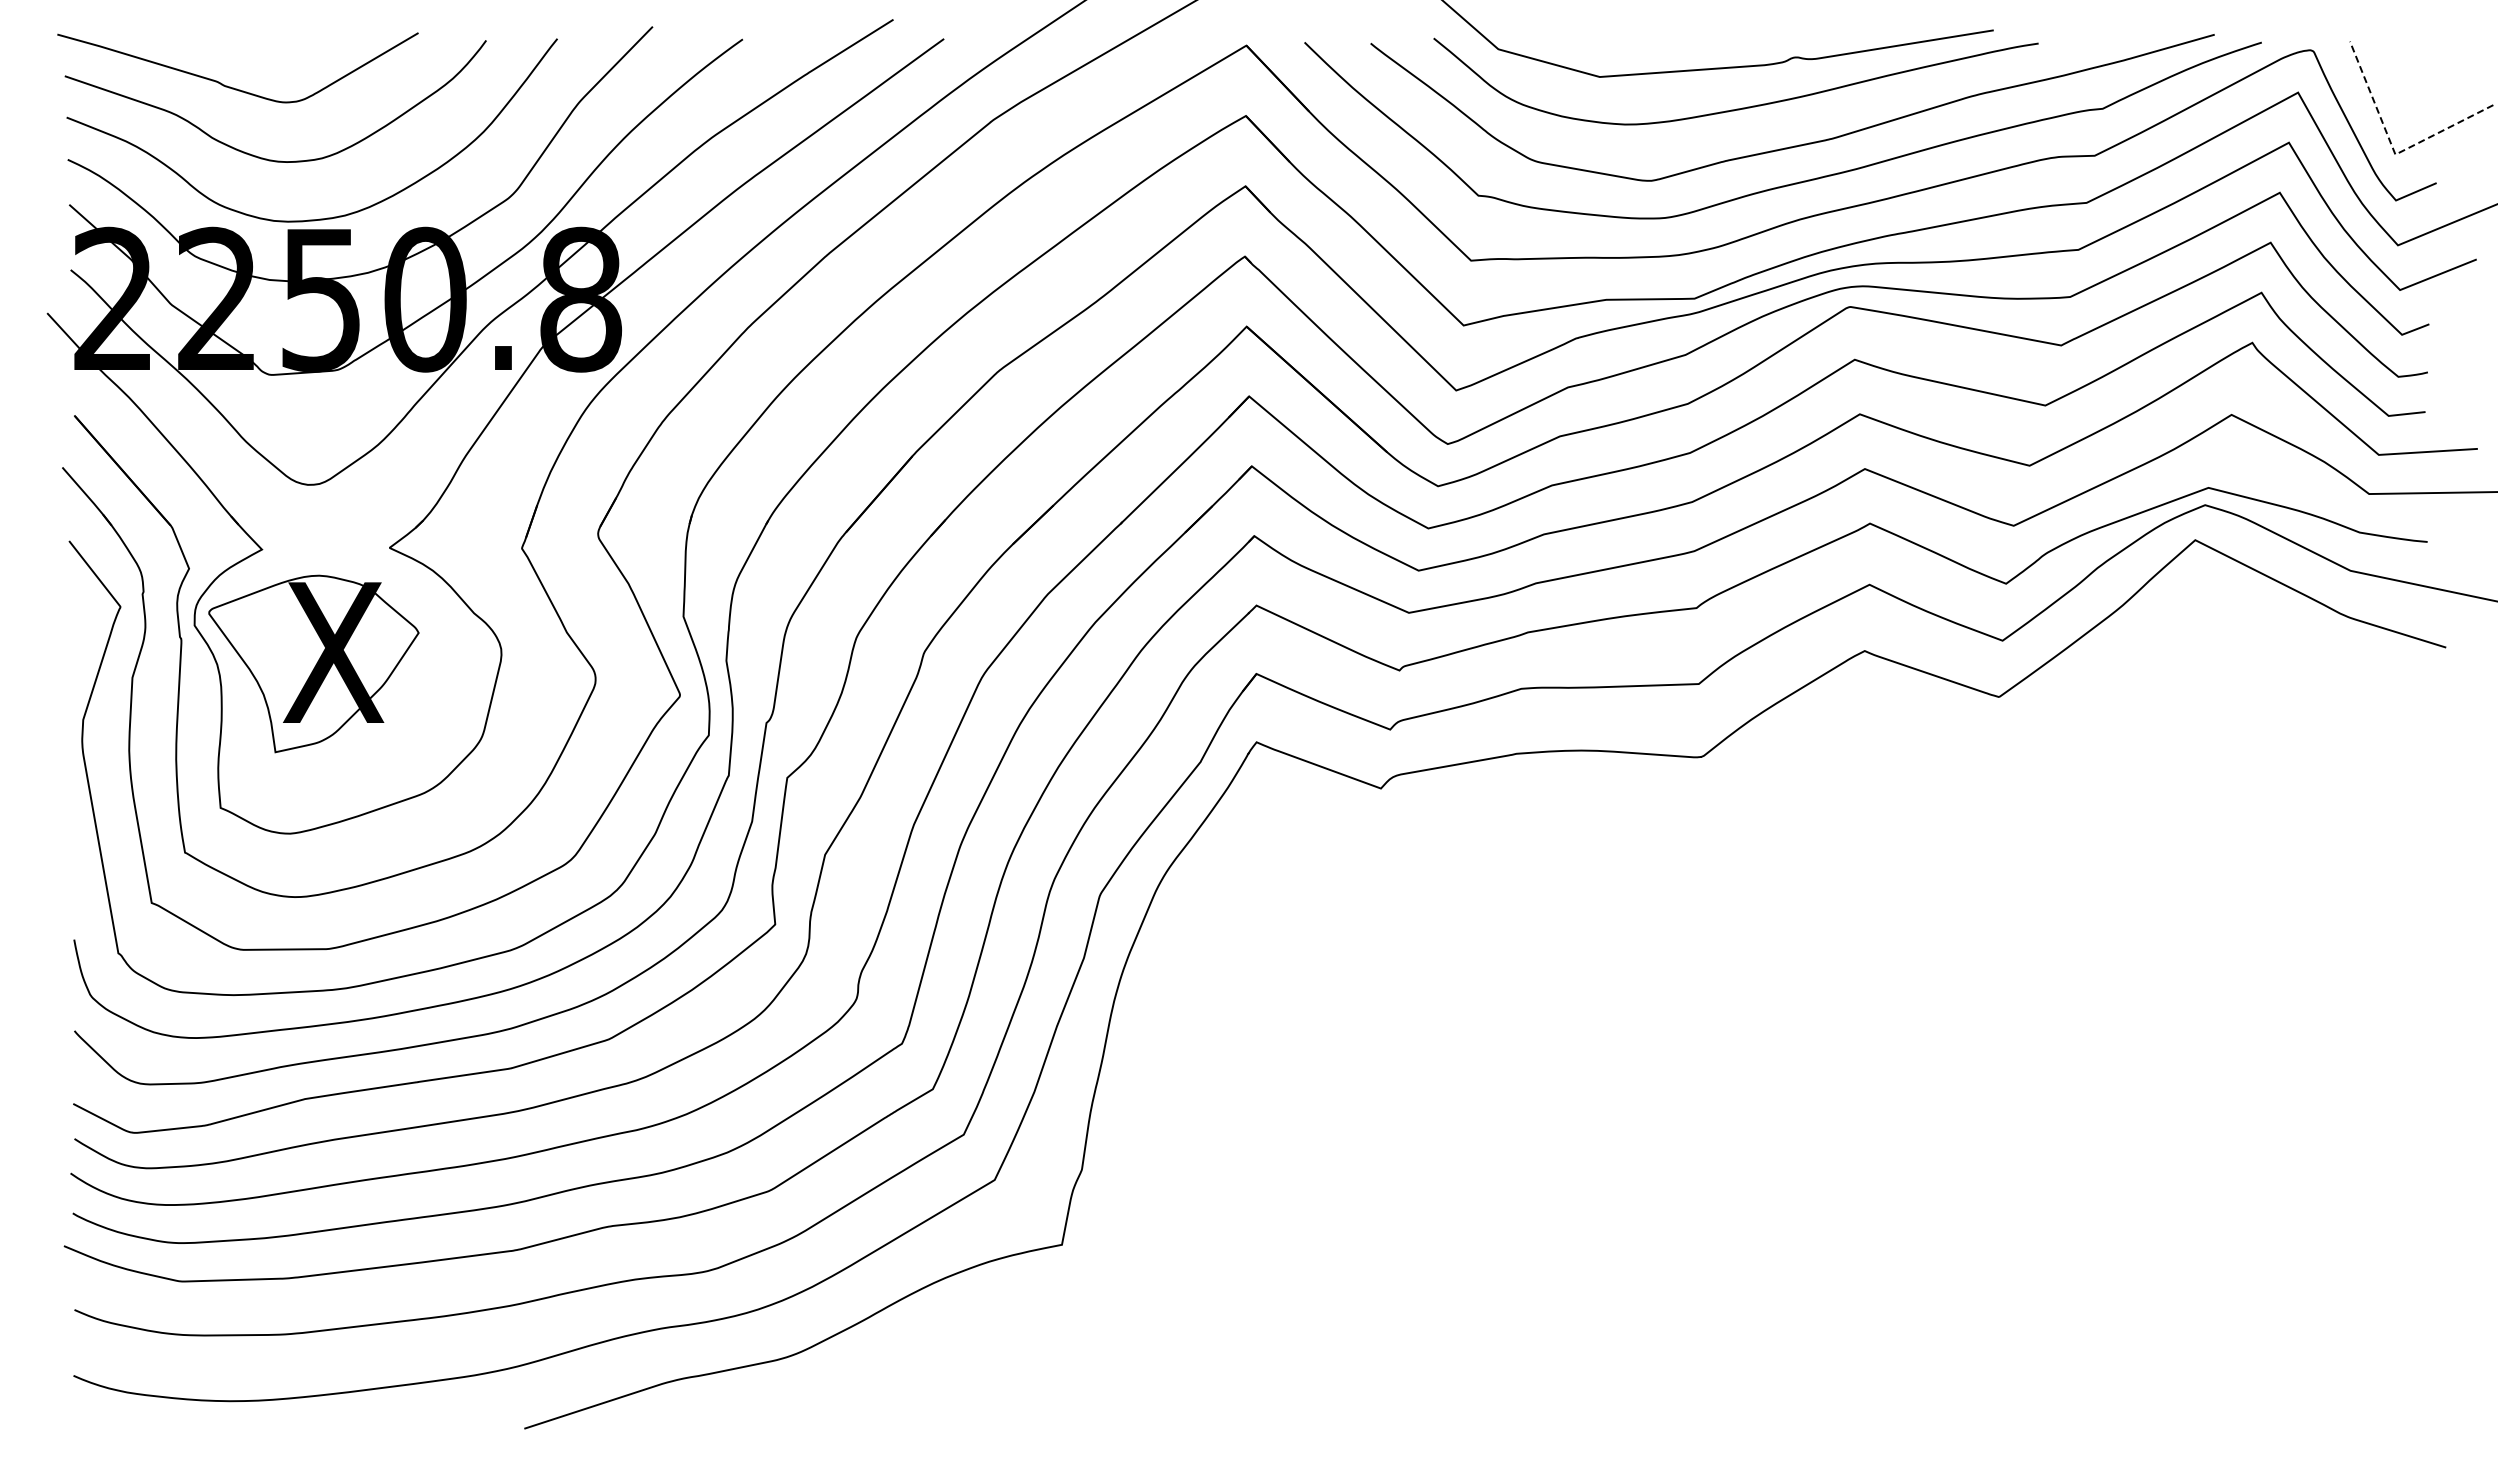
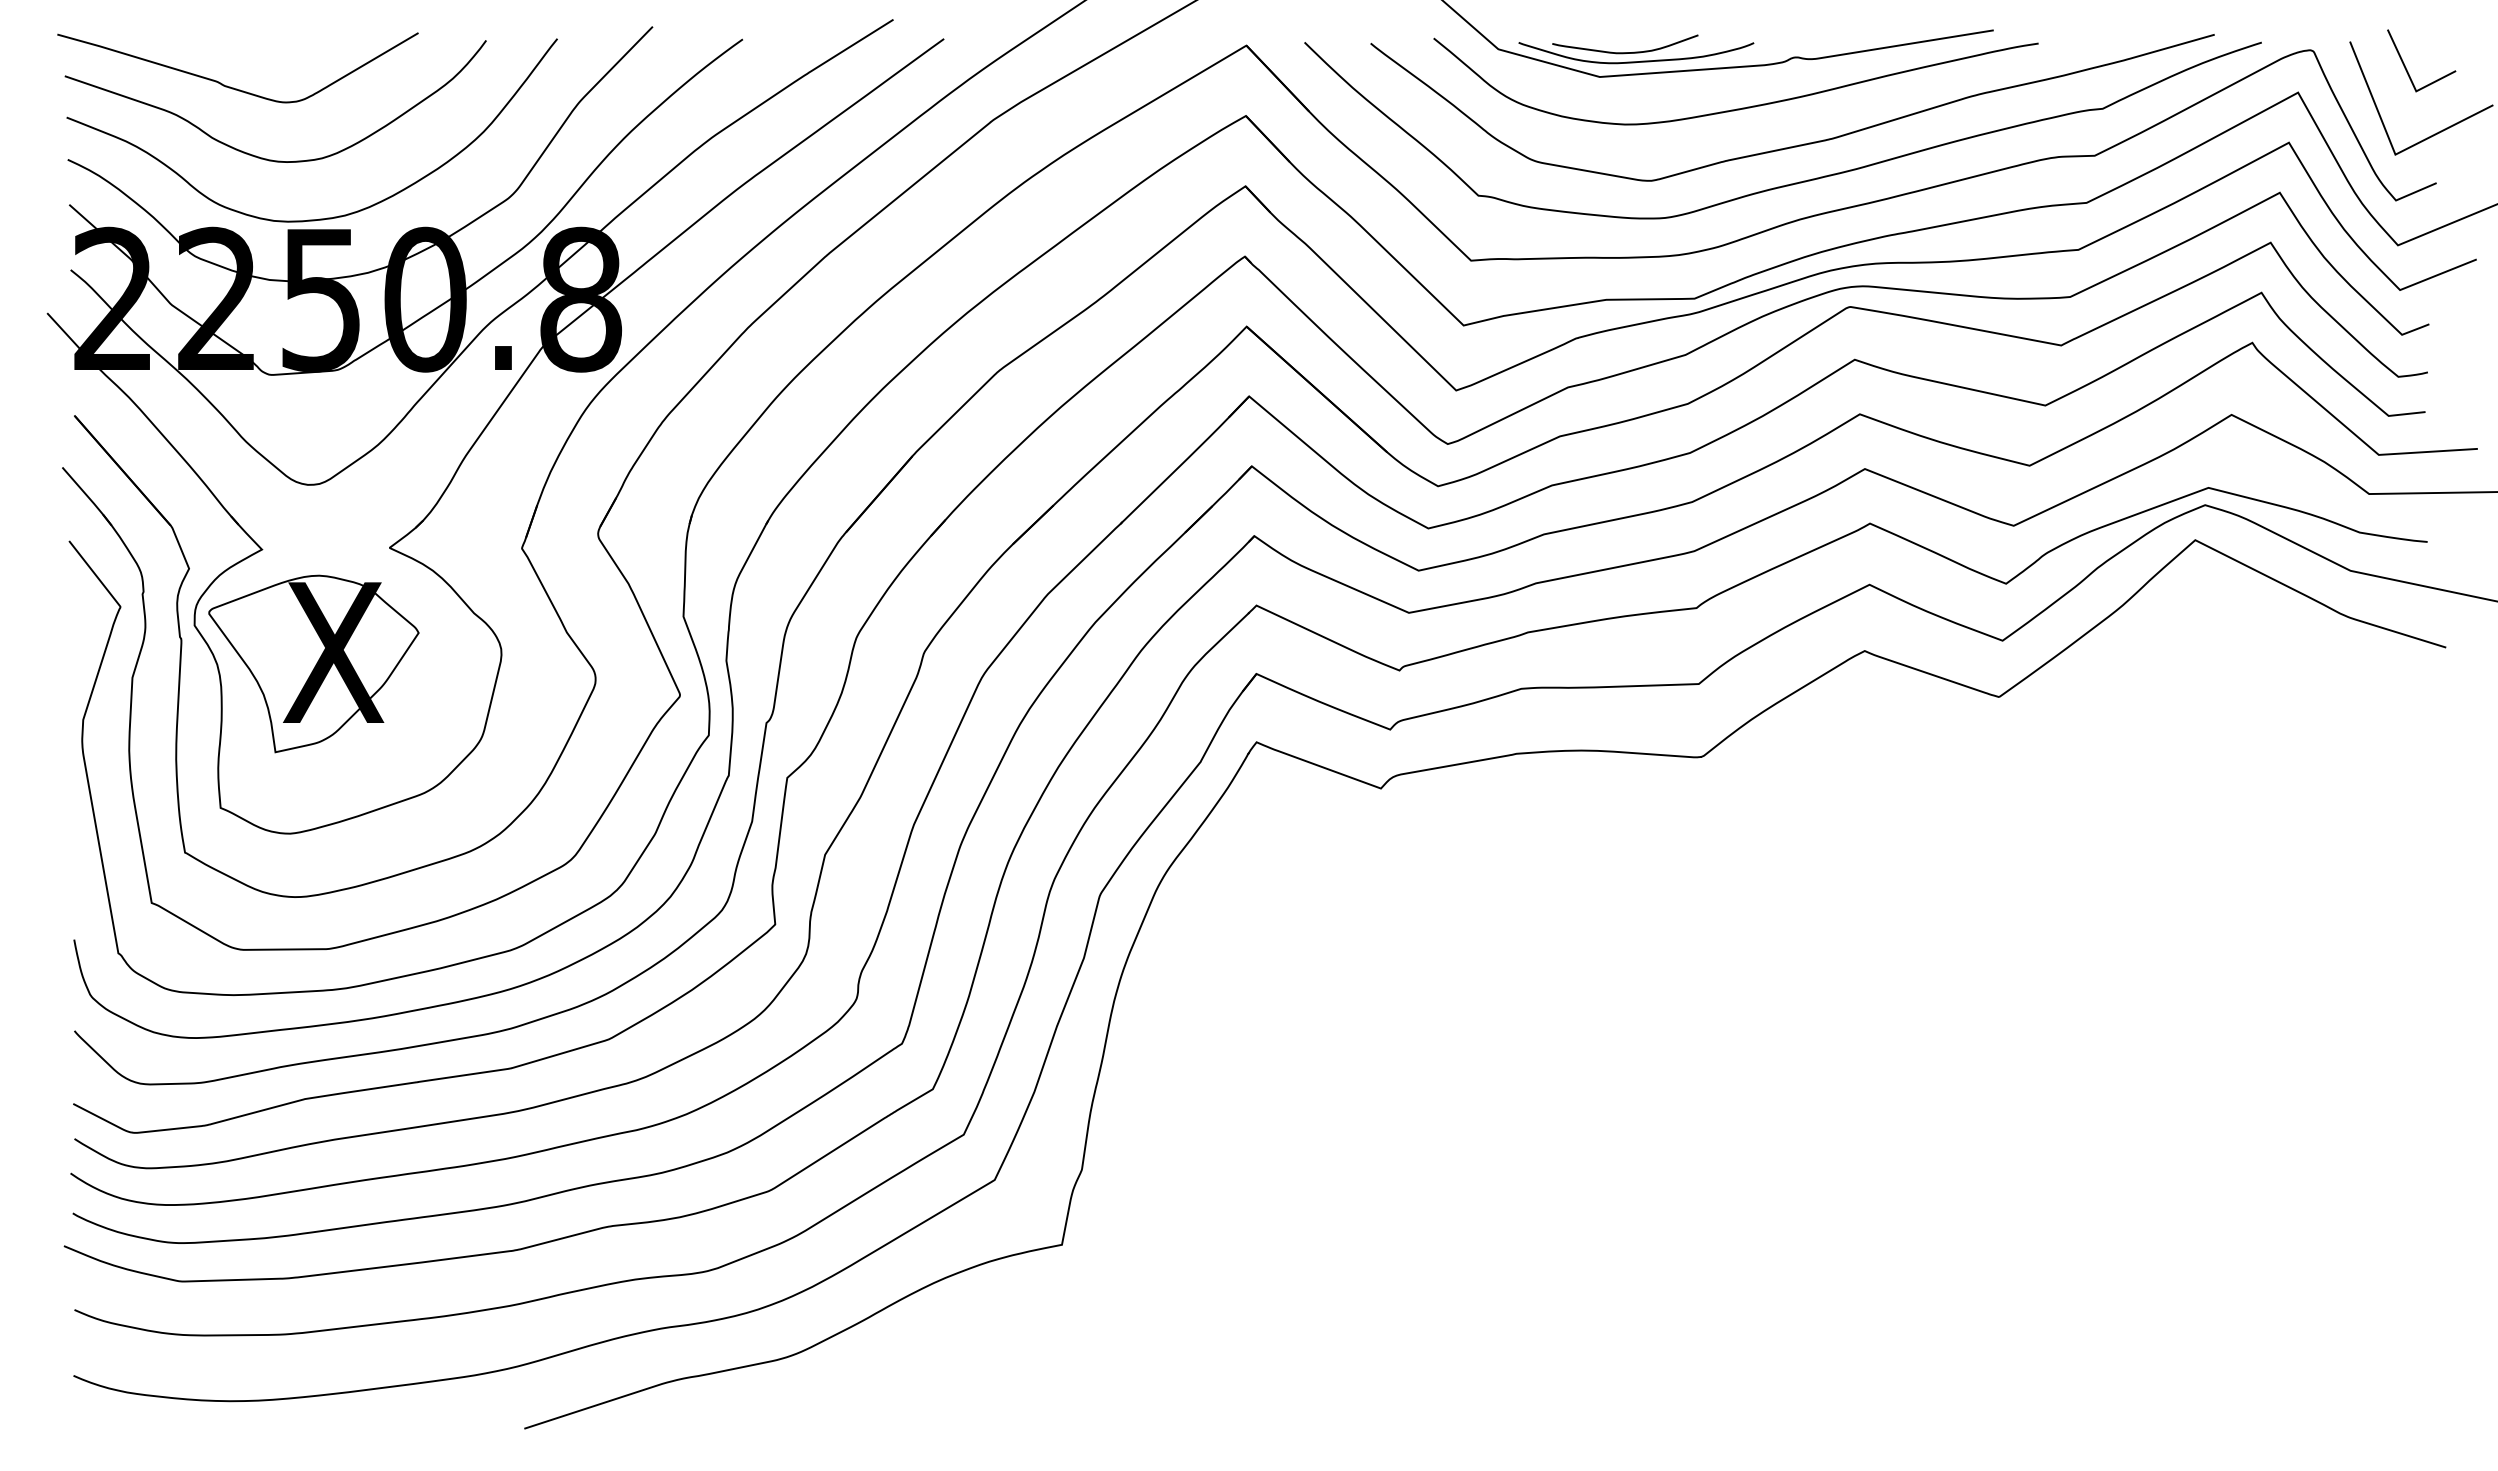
part at (1636, 49): none -> present
line at (2406, 67): none -> present
line at (2393, 149): dashed -> solid
